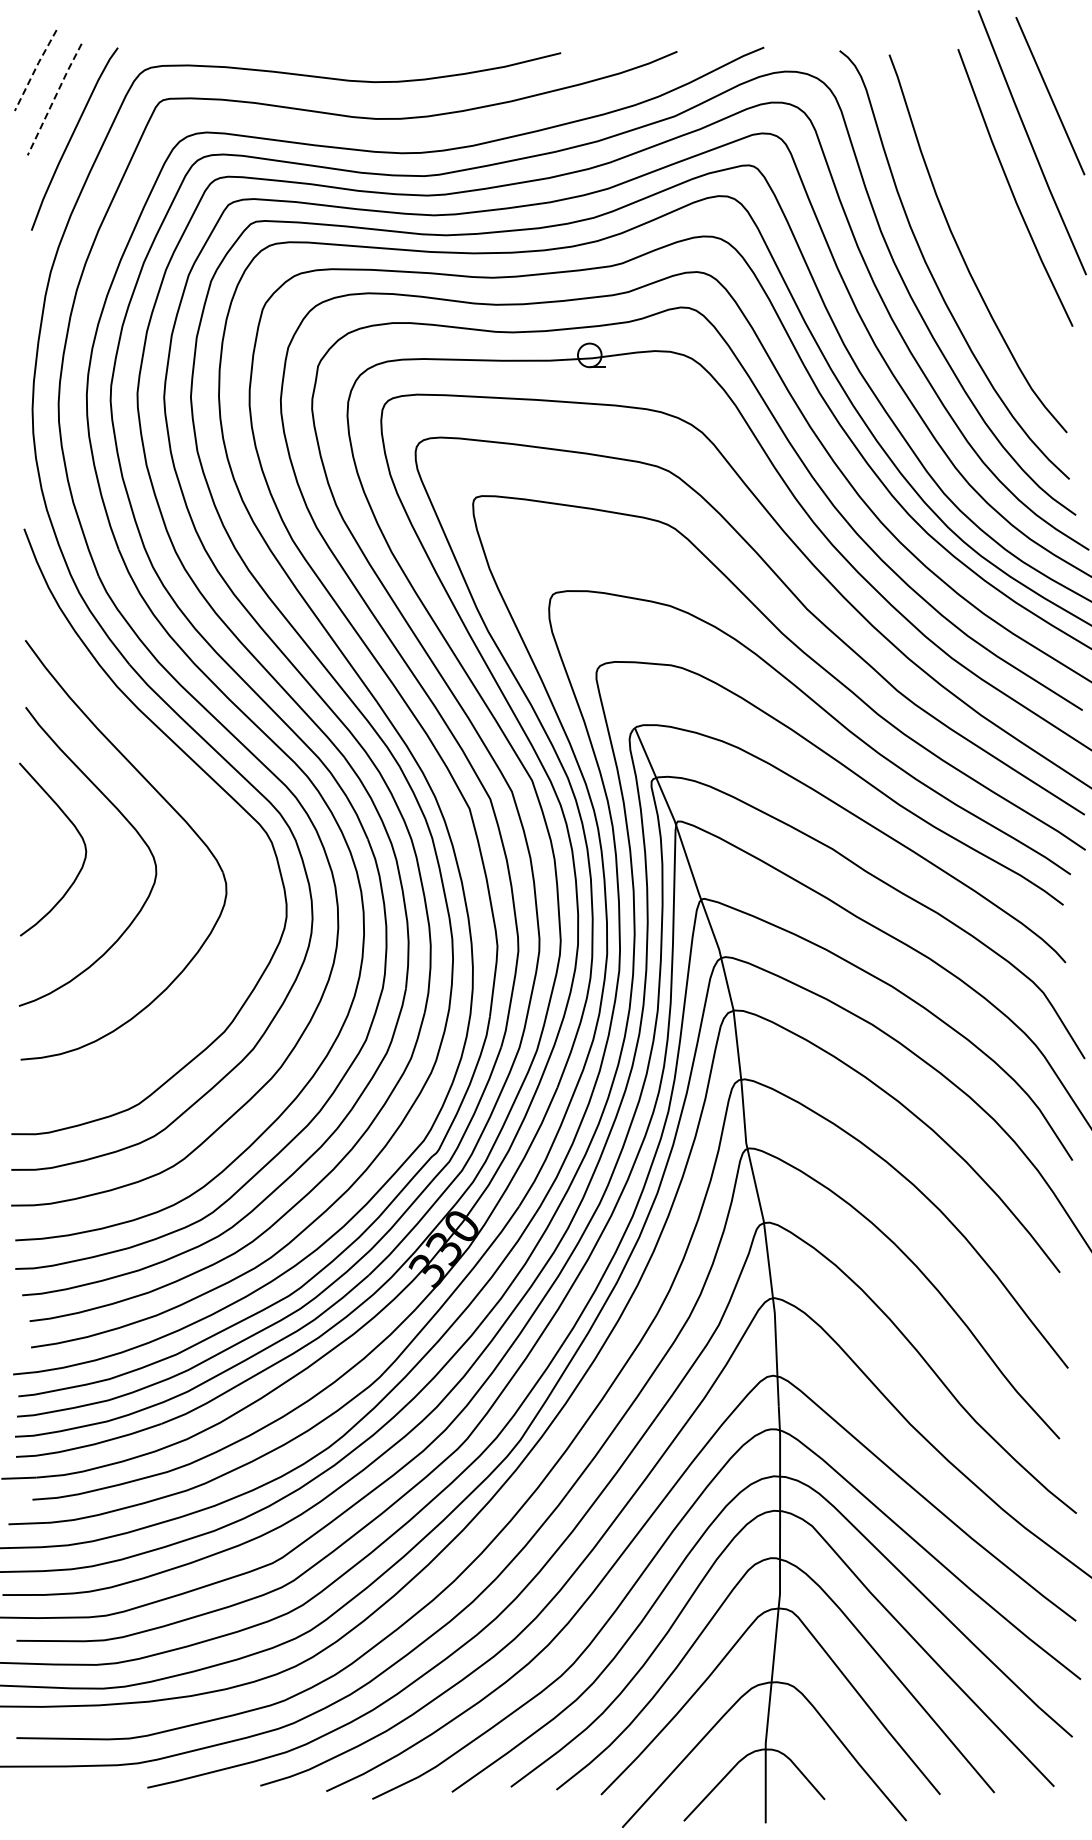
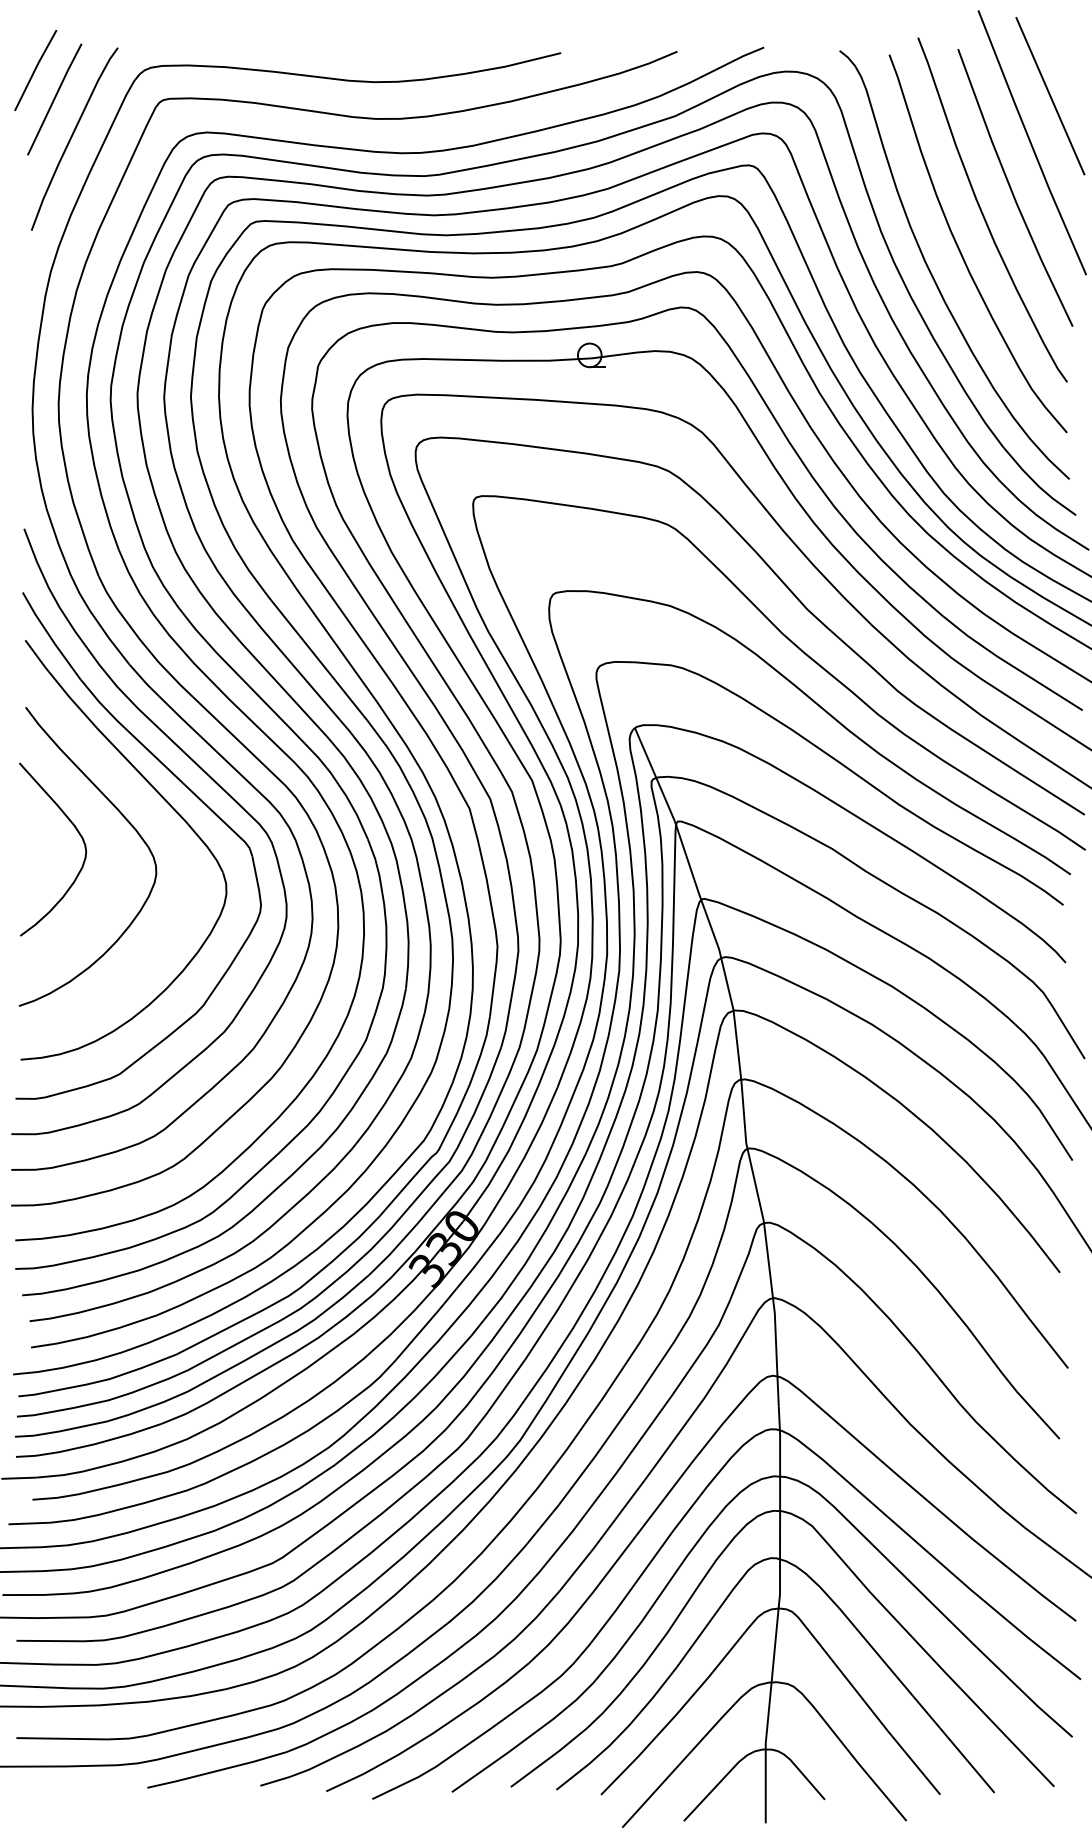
line at (35, 69): dashed -> solid
line at (54, 98): dashed -> solid
curve at (983, 213): none -> present
part at (191, 792): none -> present
